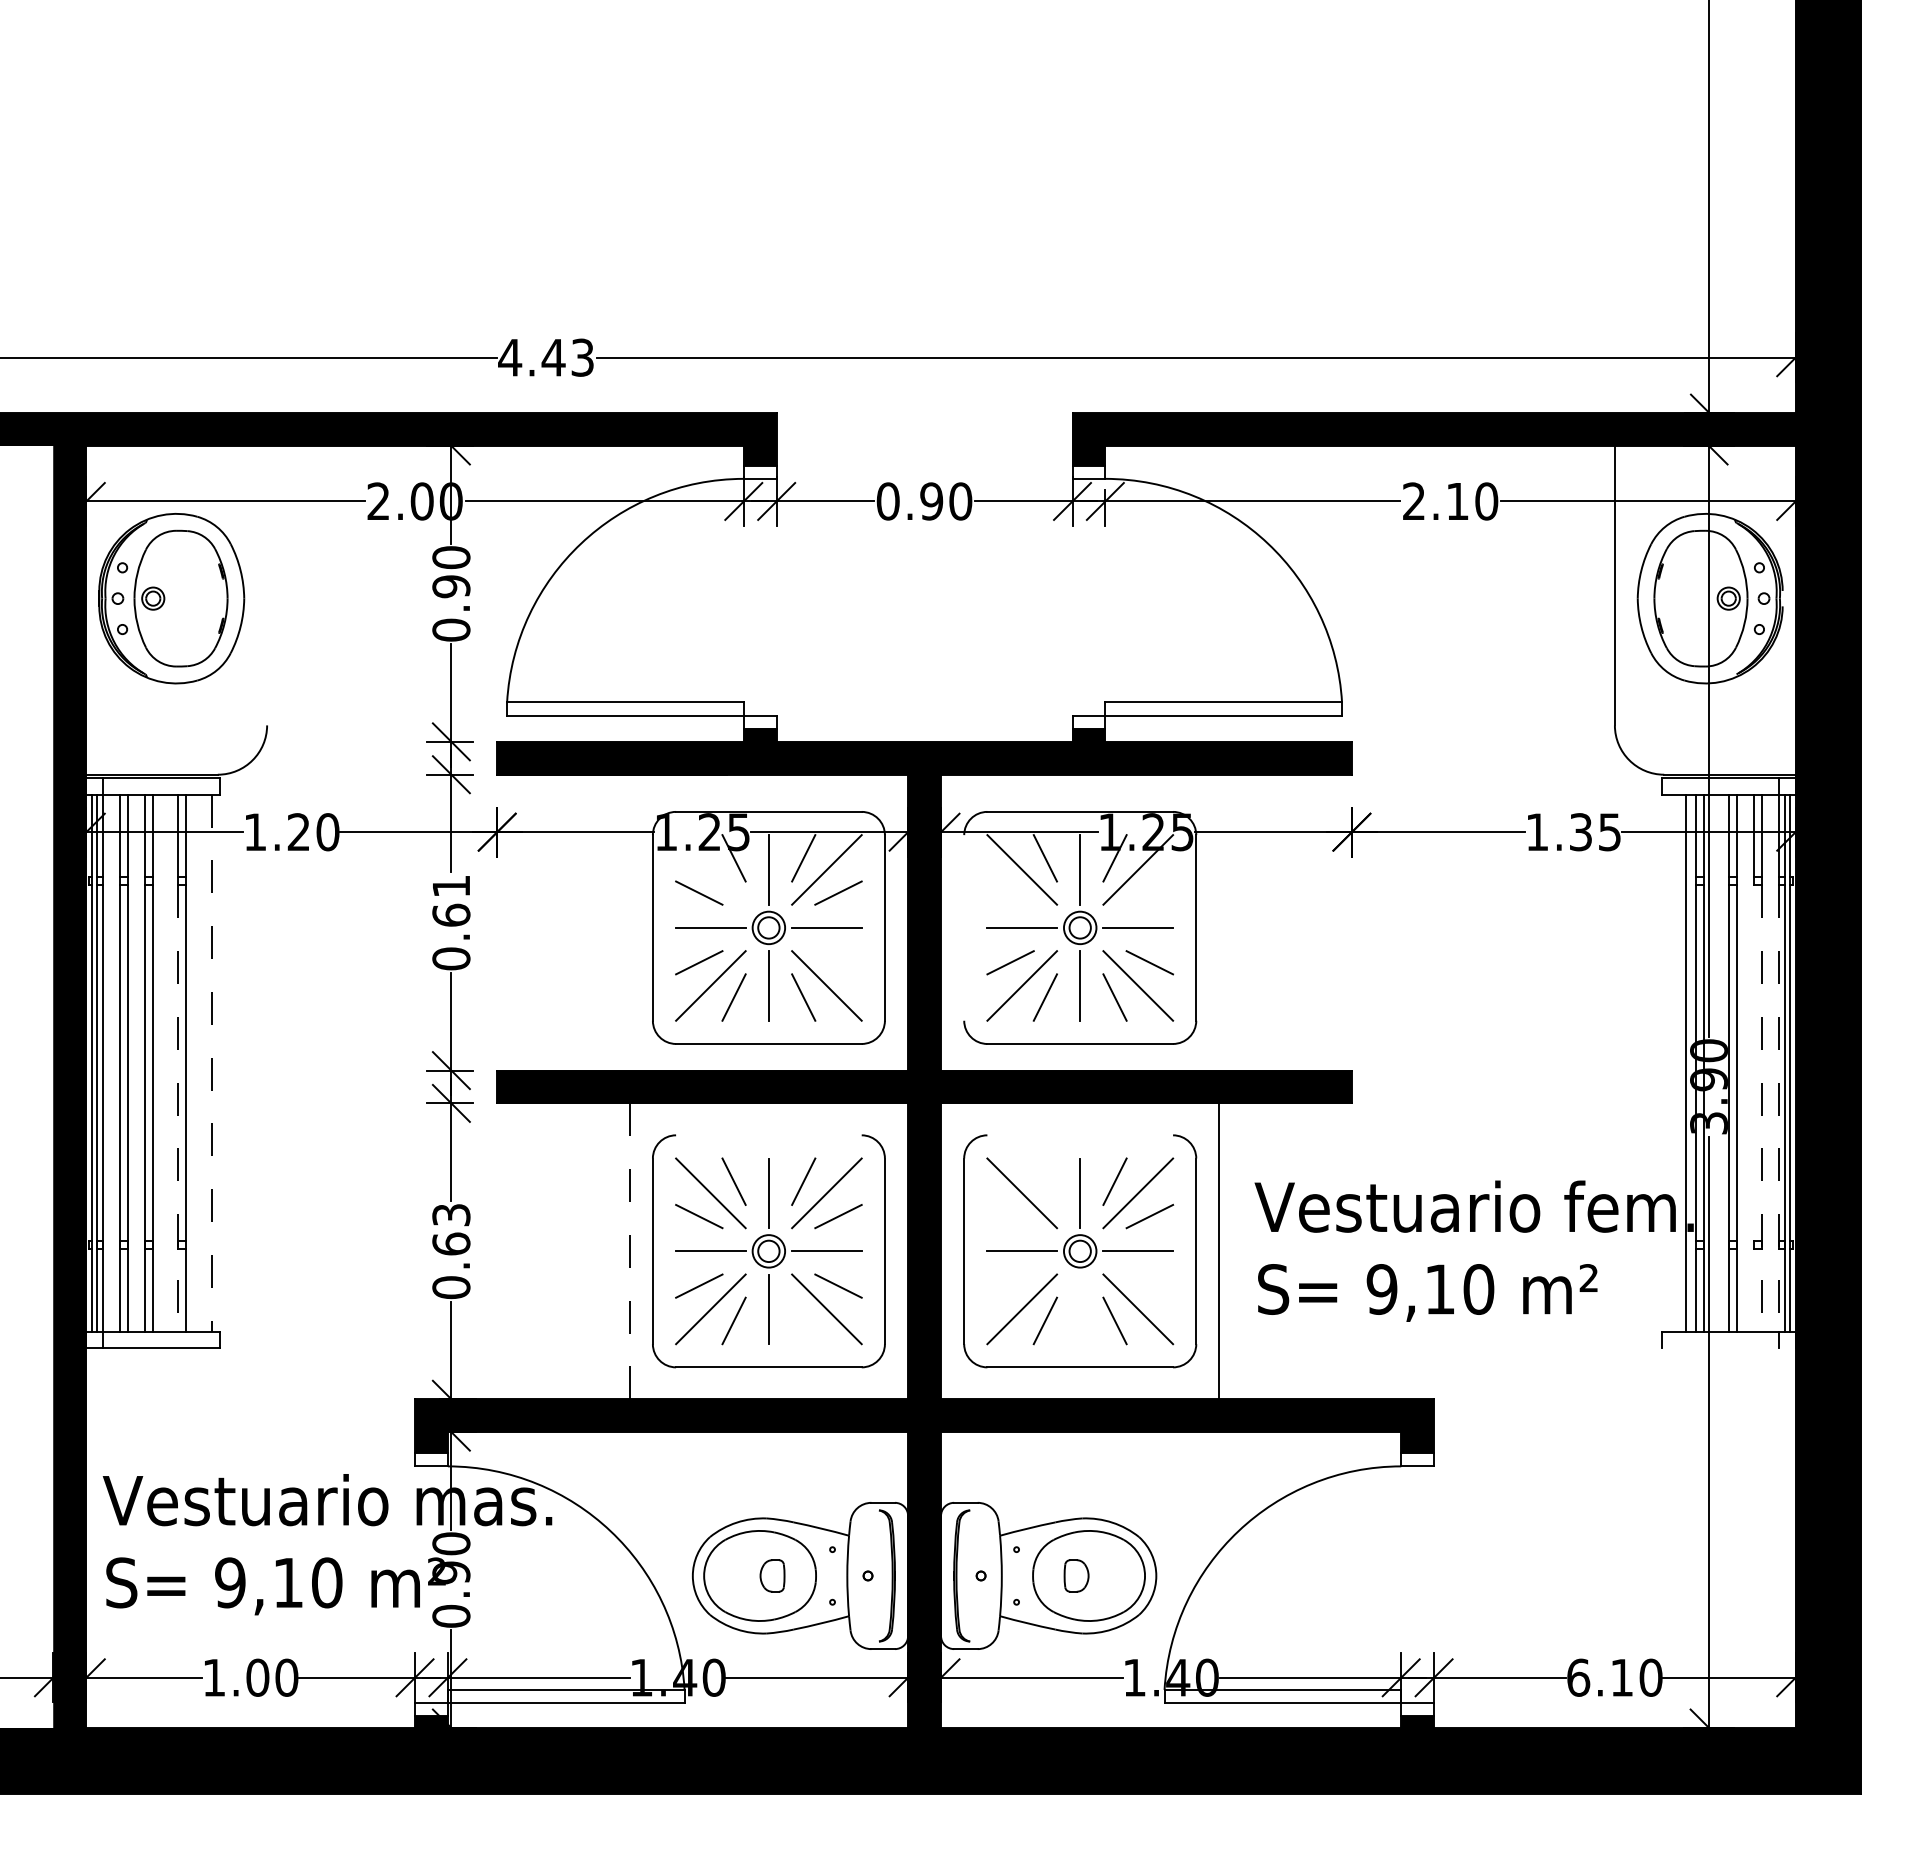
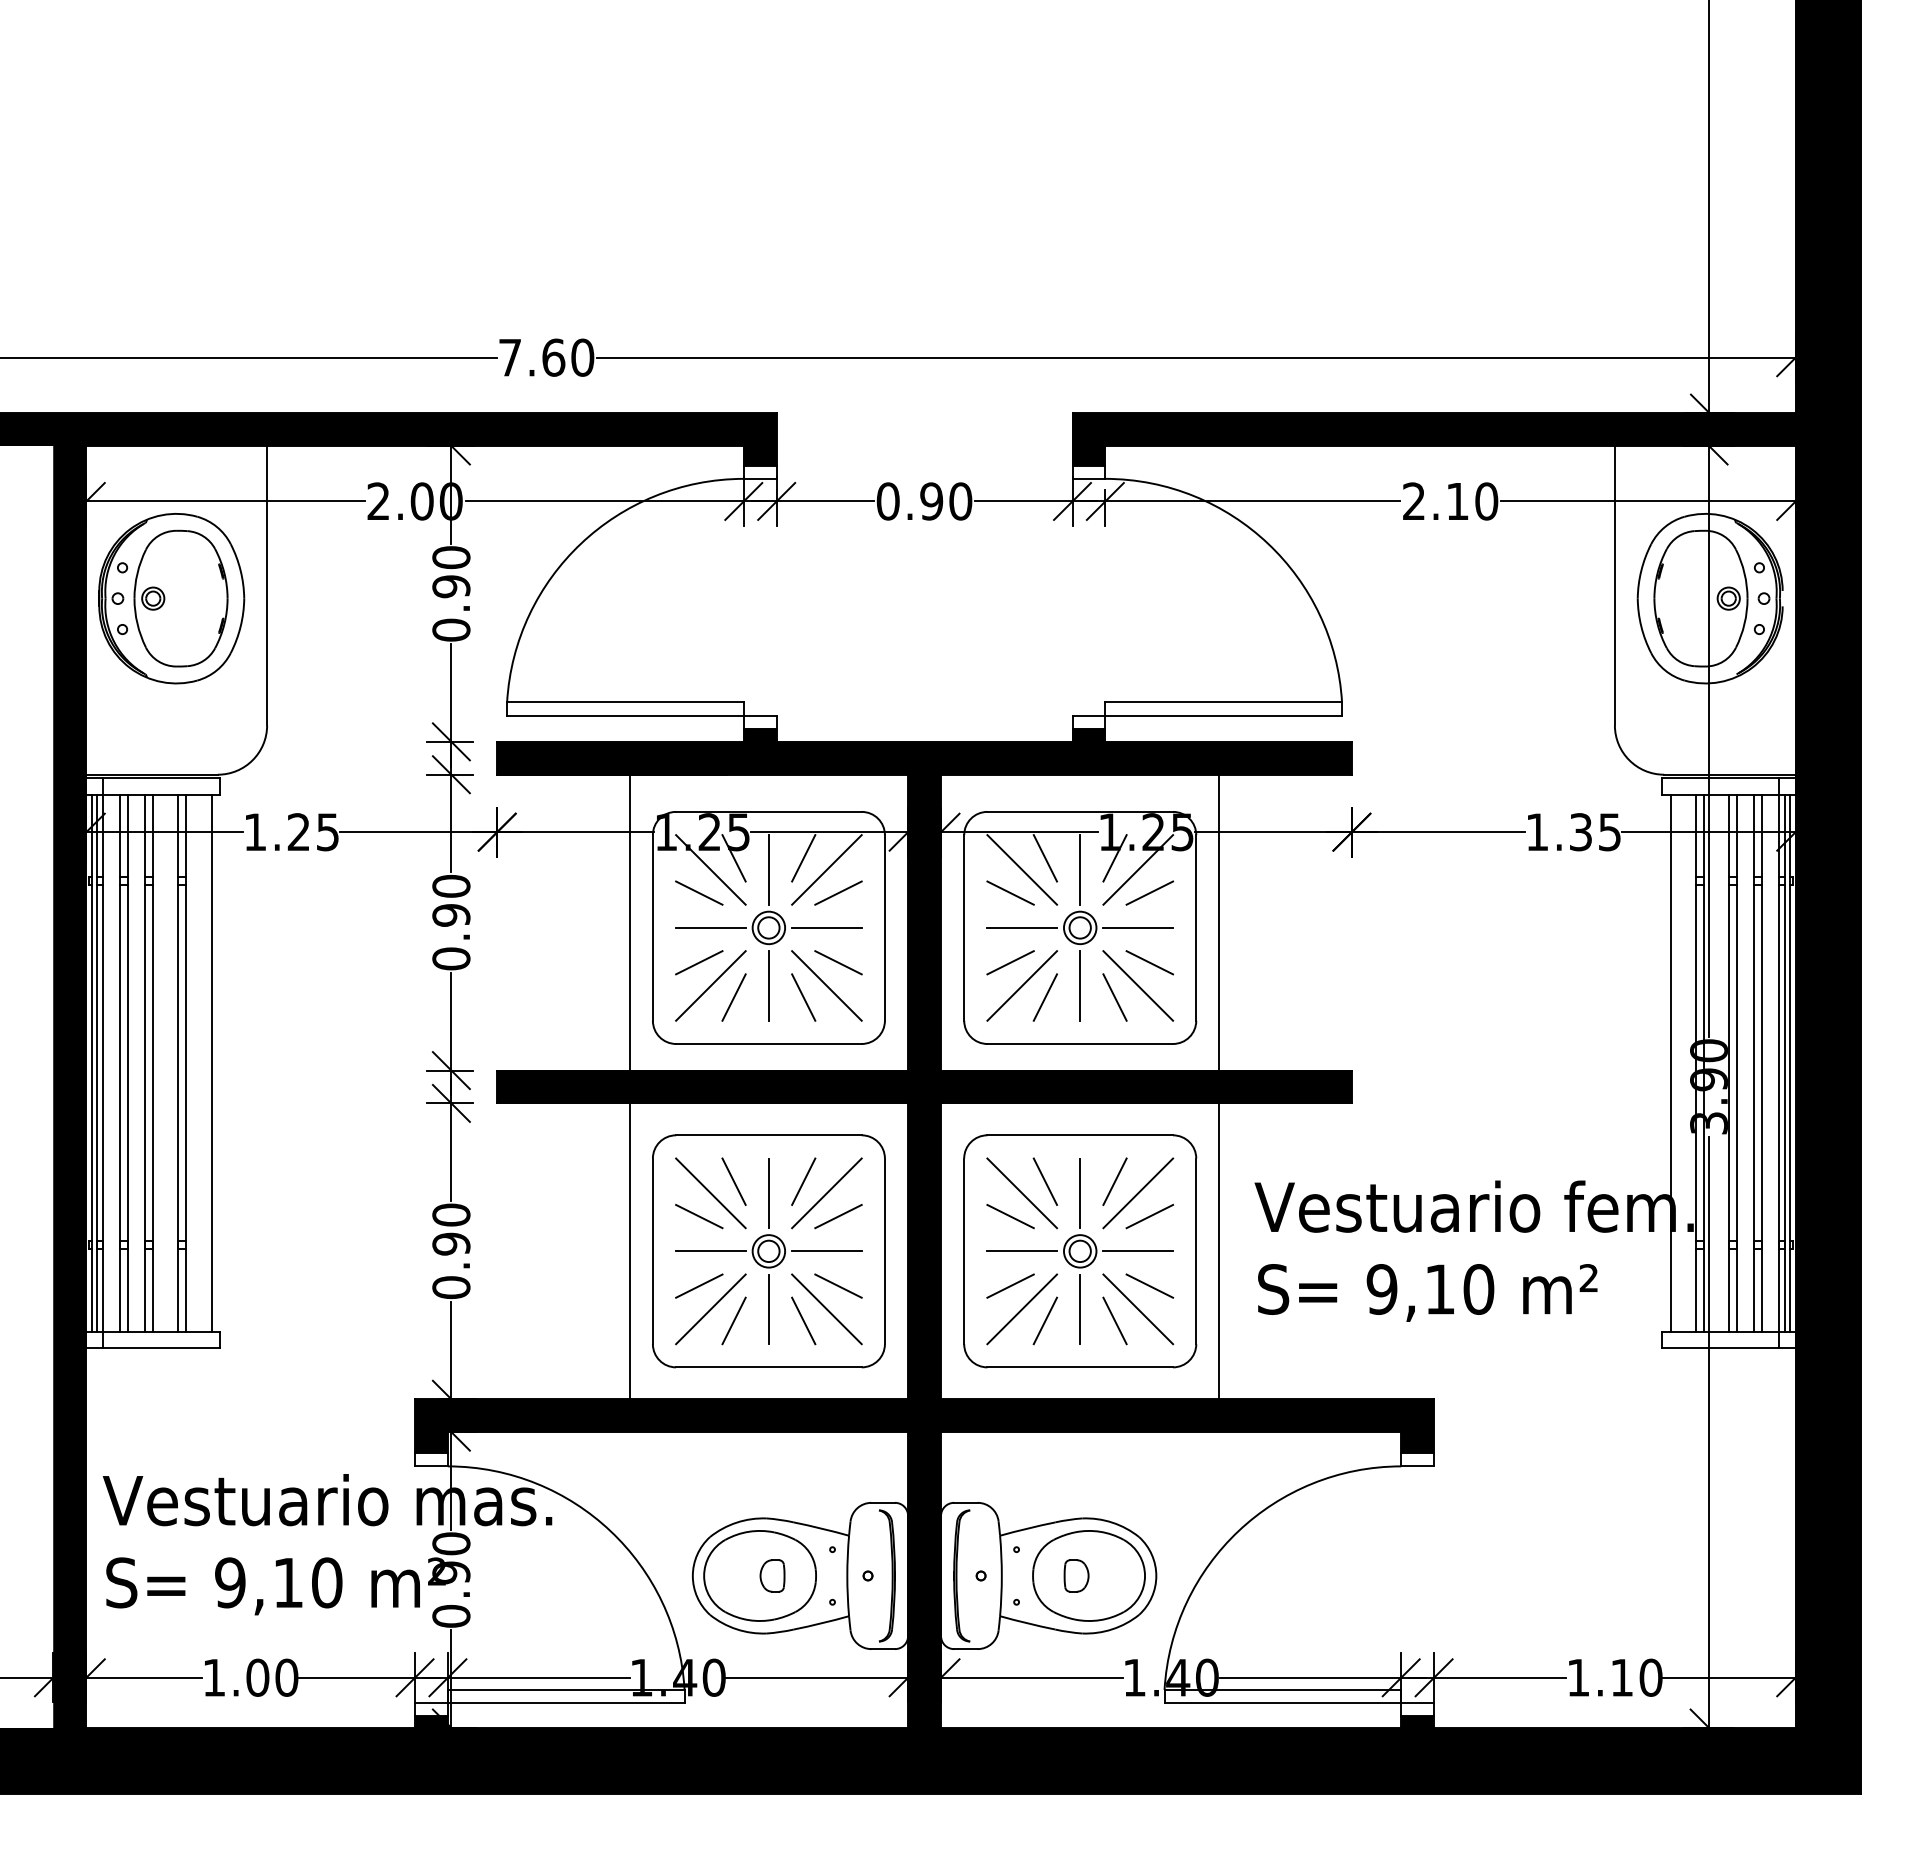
text at (546, 357): 4.43 -> 7.60
line at (267, 585): none -> present
text at (327, 832): 1.20 -> 1.25
line at (710, 869): none -> present
line at (1010, 892): none -> present
line at (1149, 892): none -> present
text at (451, 900): 0.61 -> 0.90
line at (629, 922): none -> present
line at (1219, 922): none -> present
line at (964, 927): none -> present
line at (838, 962): none -> present
line at (1685, 1062) position: (1685, 1062) -> (1670, 1062)
line at (211, 1063): dashed -> solid
line at (1753, 1108): none -> present
line at (178, 1109): dashed -> solid
line at (1762, 1109): dashed -> solid
line at (1778, 1109): dashed -> solid
line at (768, 1135): none -> present
line at (1080, 1135): none -> present
line at (1045, 1181): none -> present
line at (1010, 1216): none -> present
text at (451, 1229): 0.63 -> 0.90
line at (629, 1251): dashed -> solid
line at (1010, 1285): none -> present
line at (1149, 1285): none -> present
line at (1080, 1309): none -> present
line at (803, 1320): none -> present
line at (1728, 1348): none -> present
text at (1578, 1677): 6.10 -> 1.10
